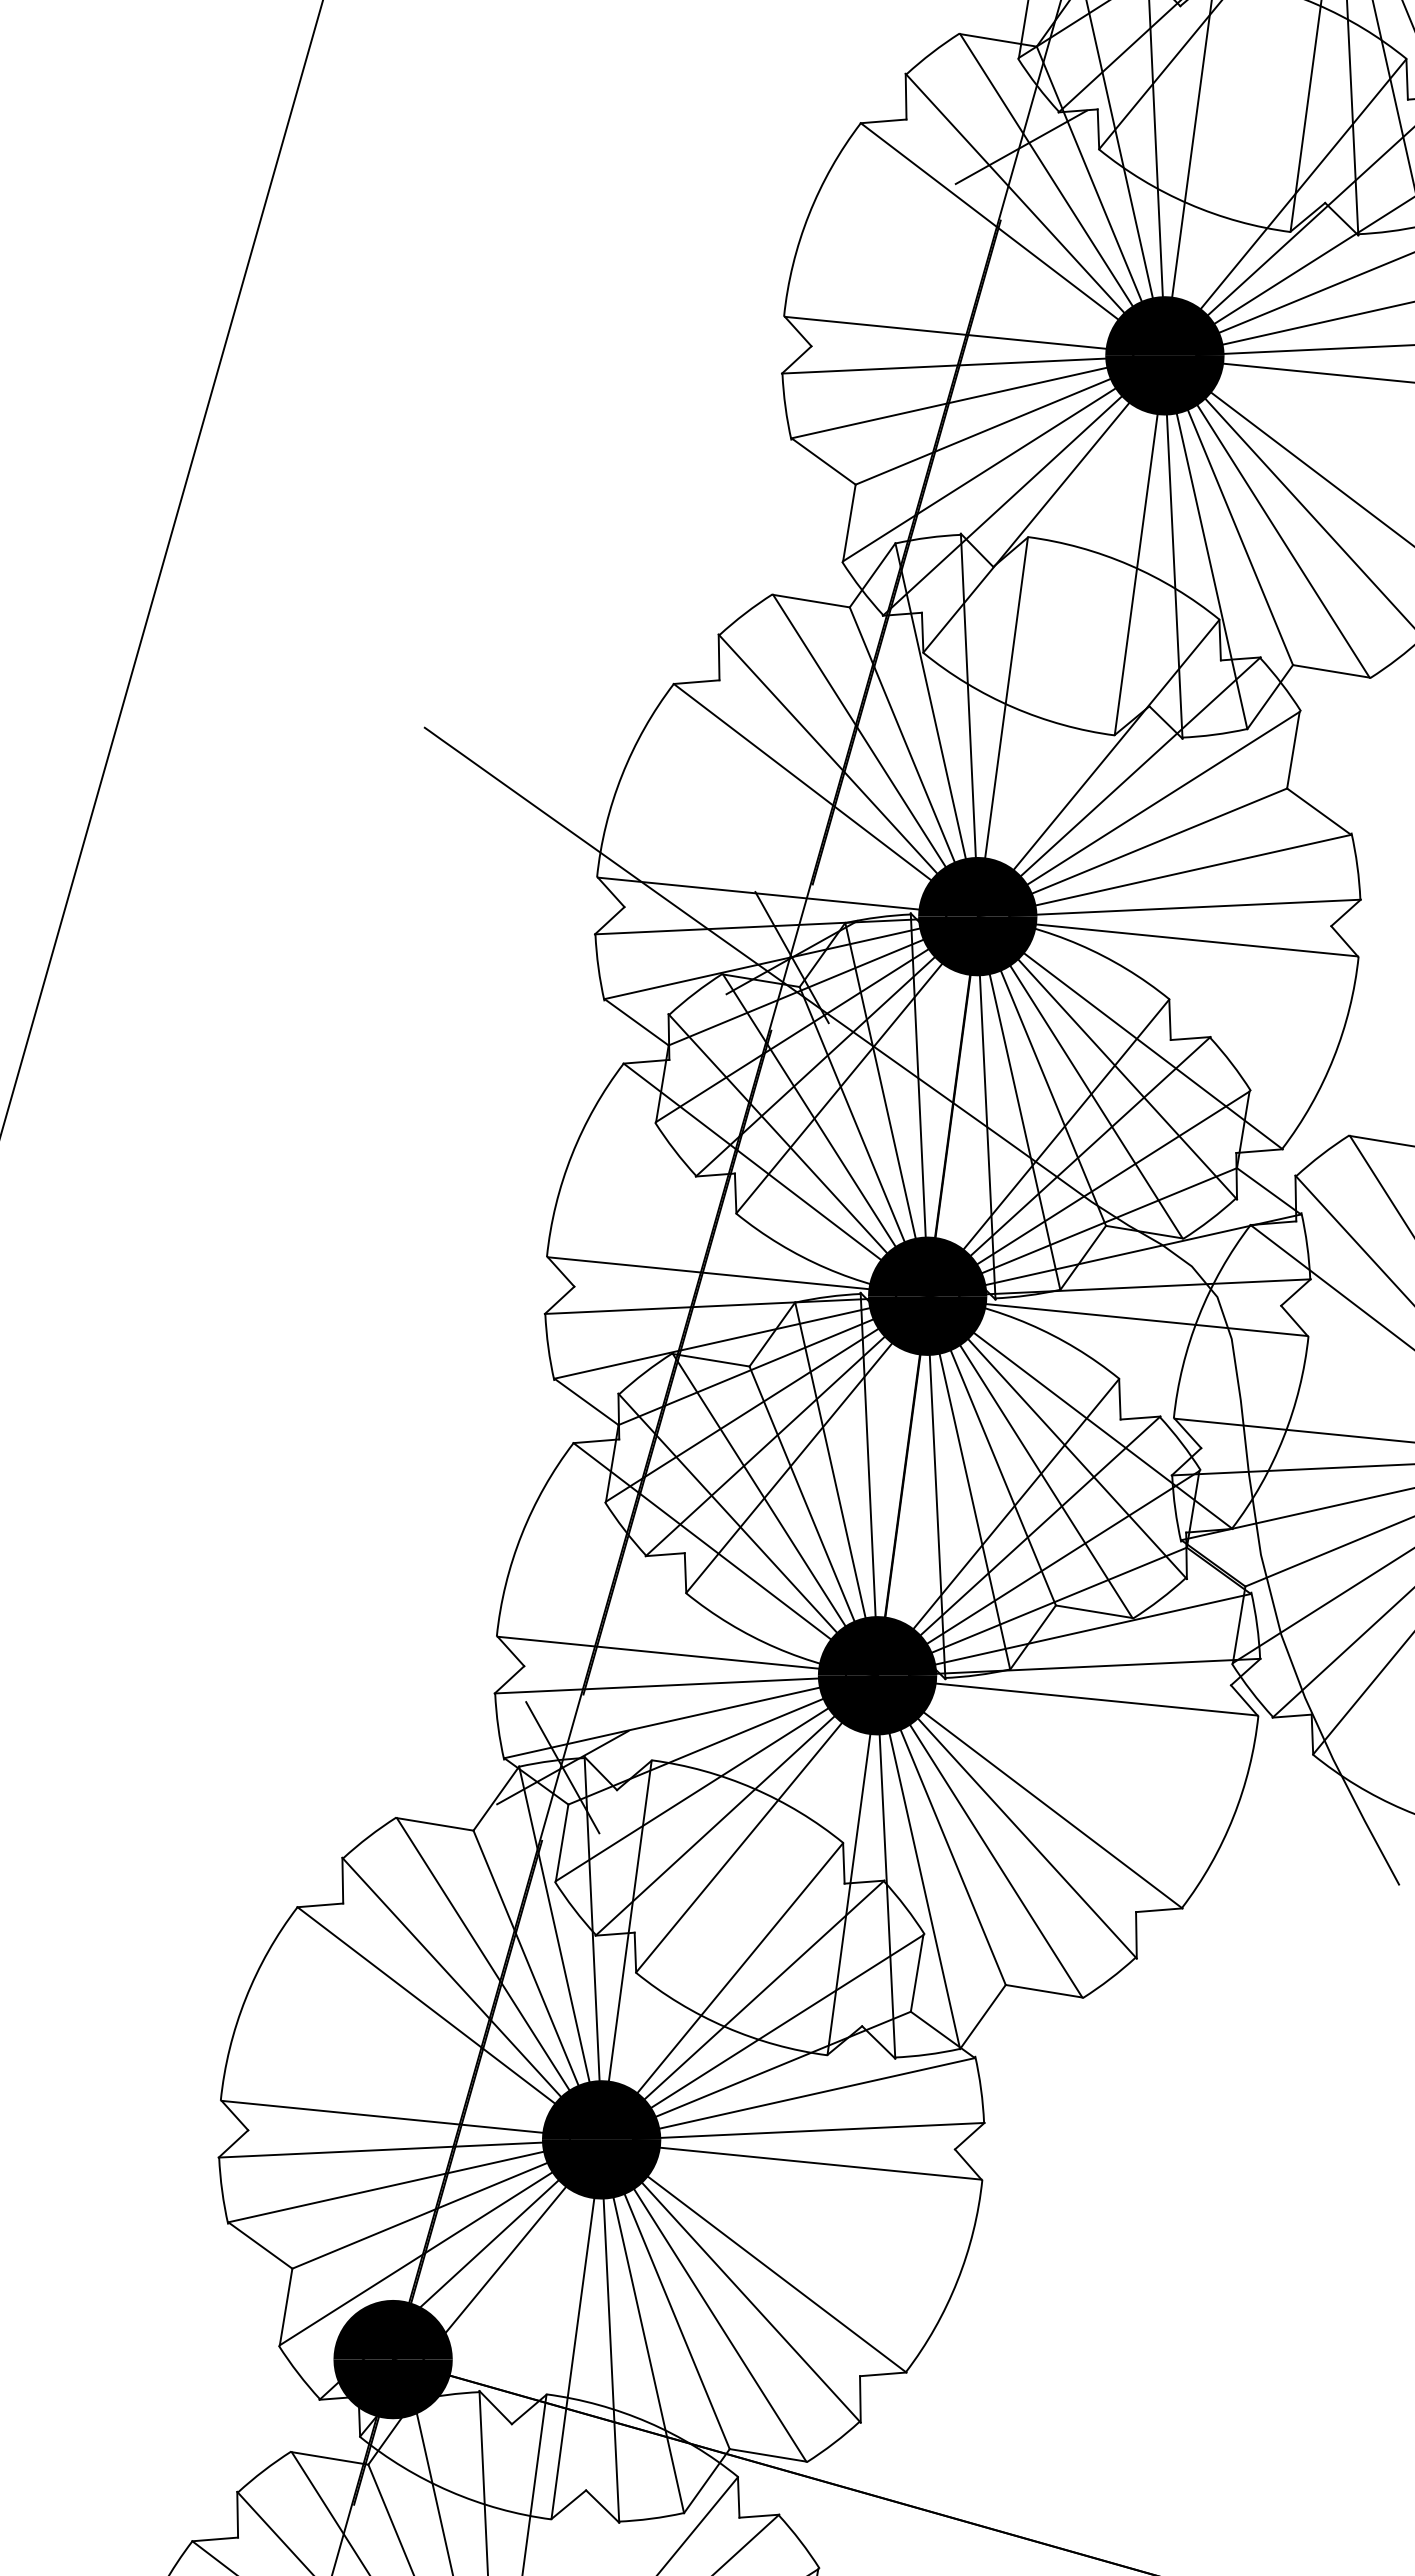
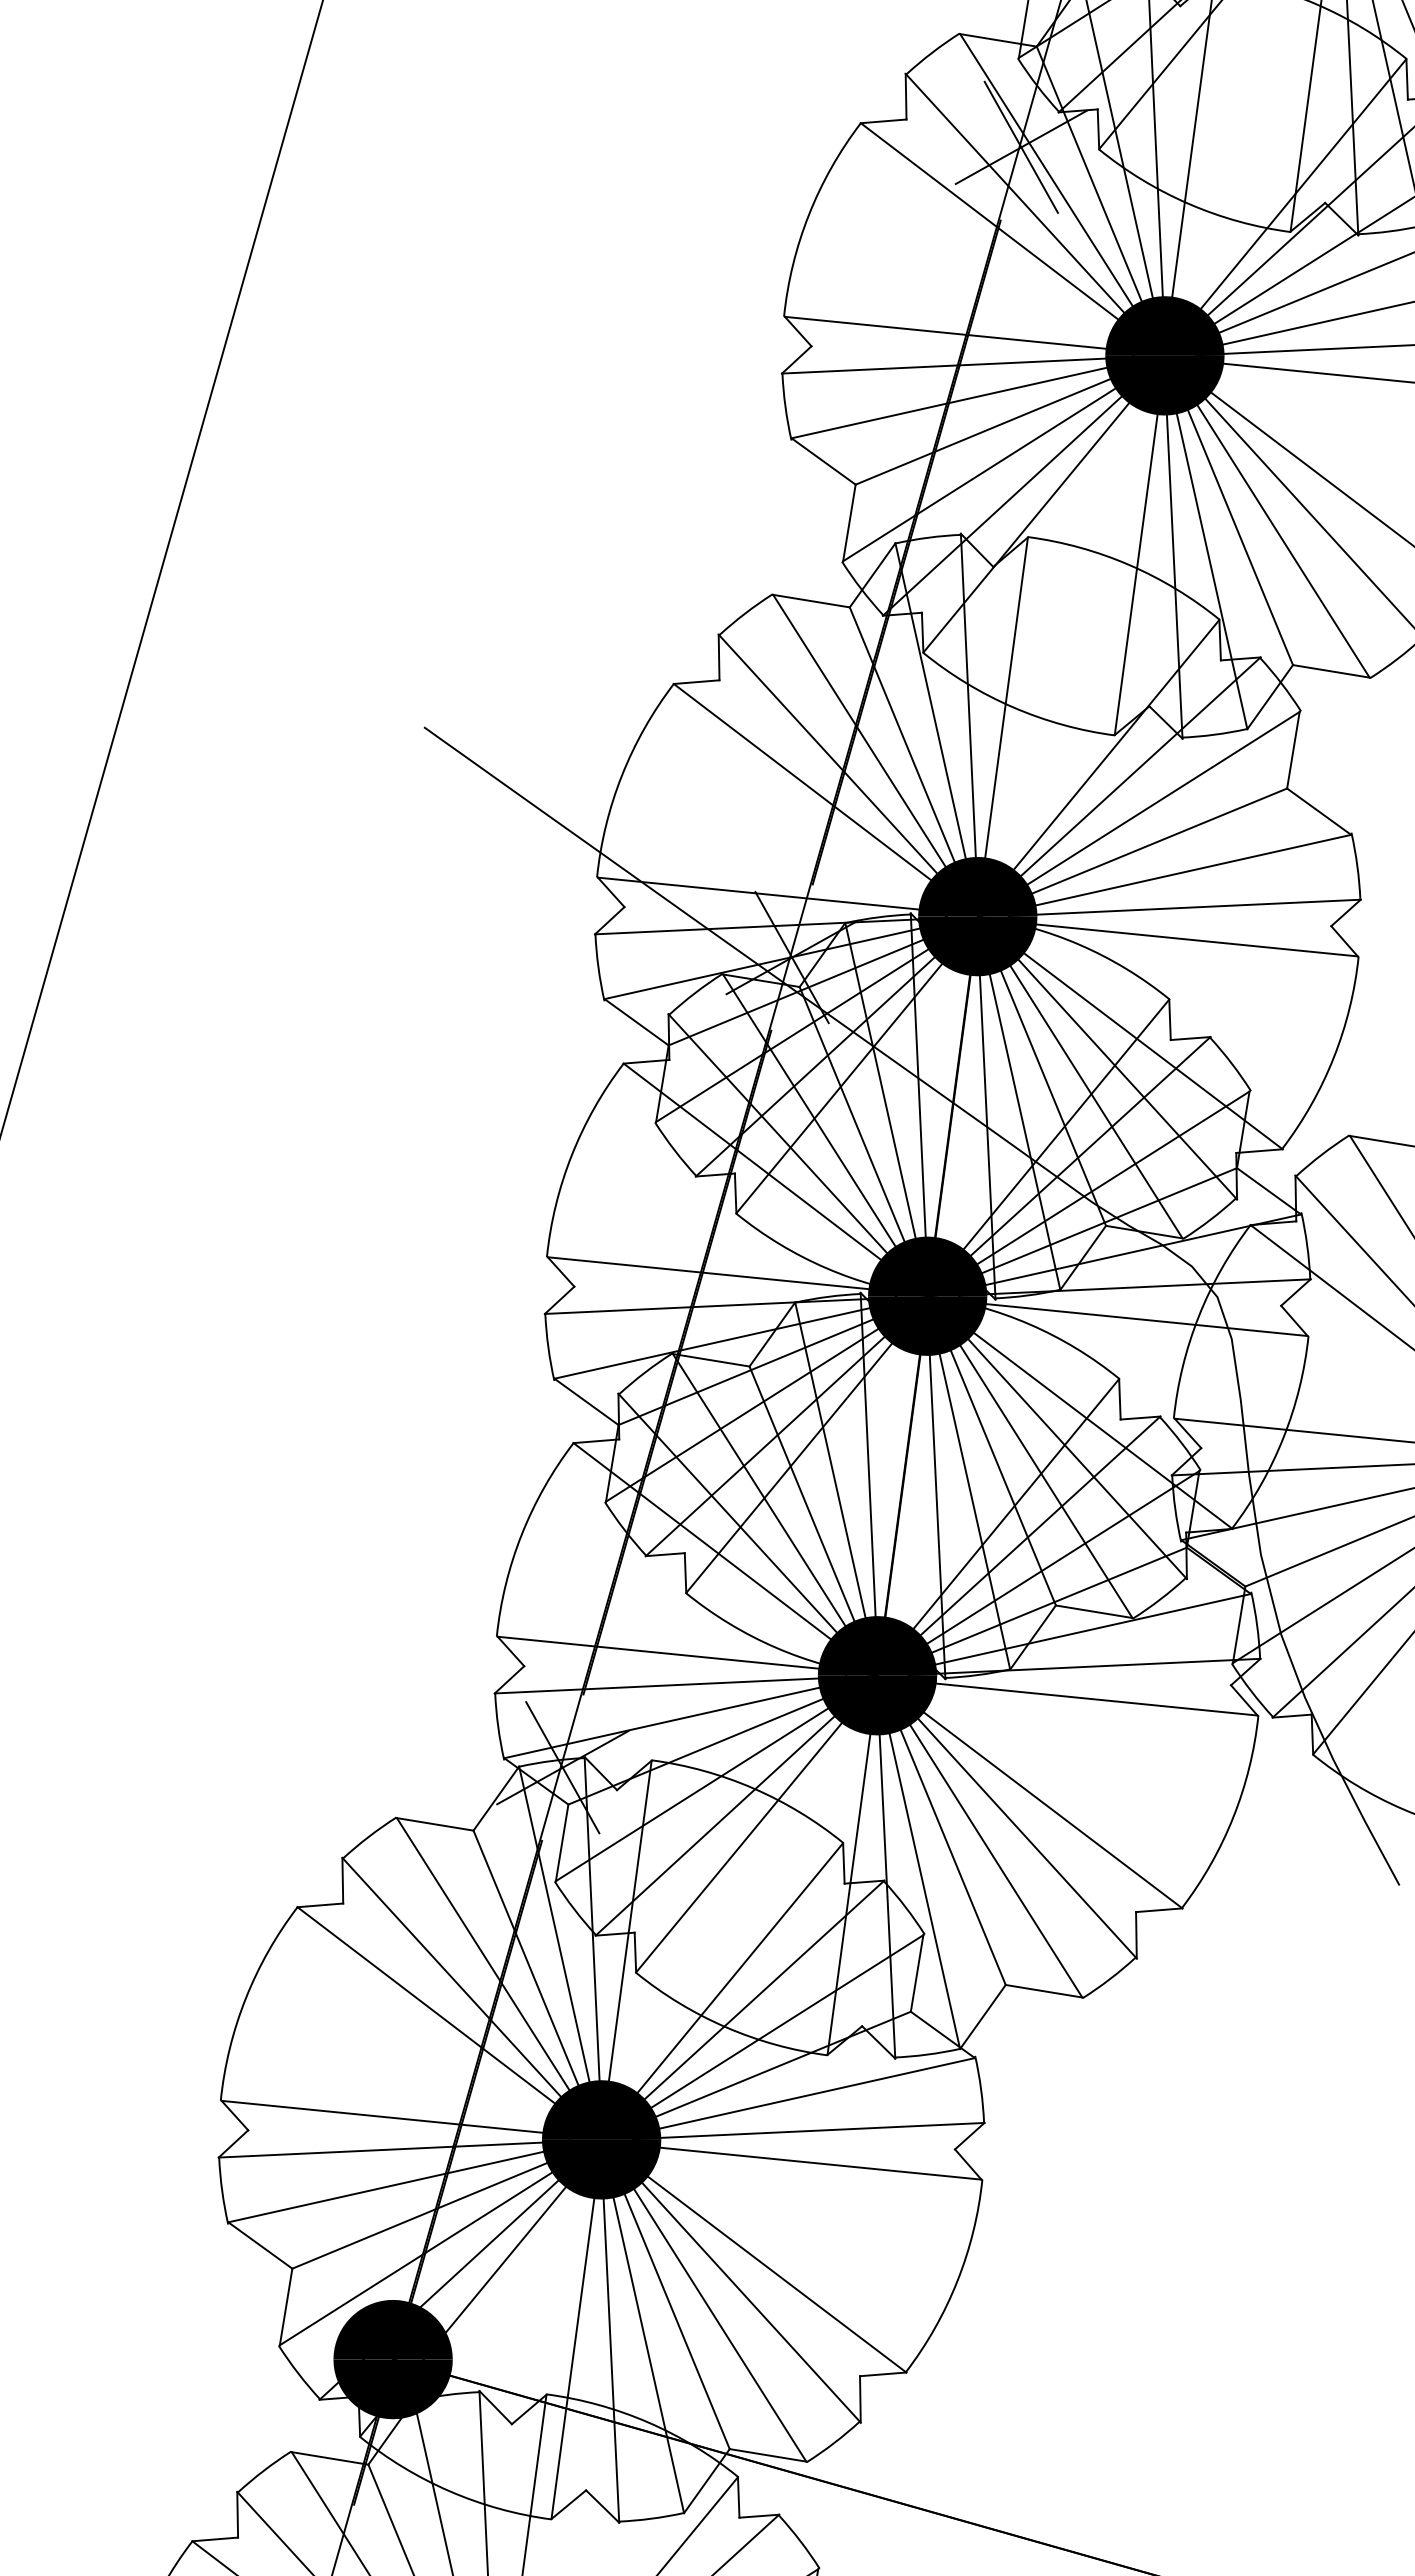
line at (1020, 146): none -> present
